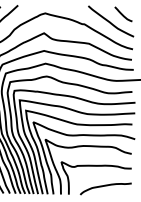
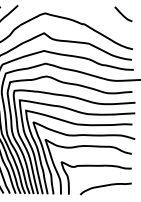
curve at (110, 21): present -> none
